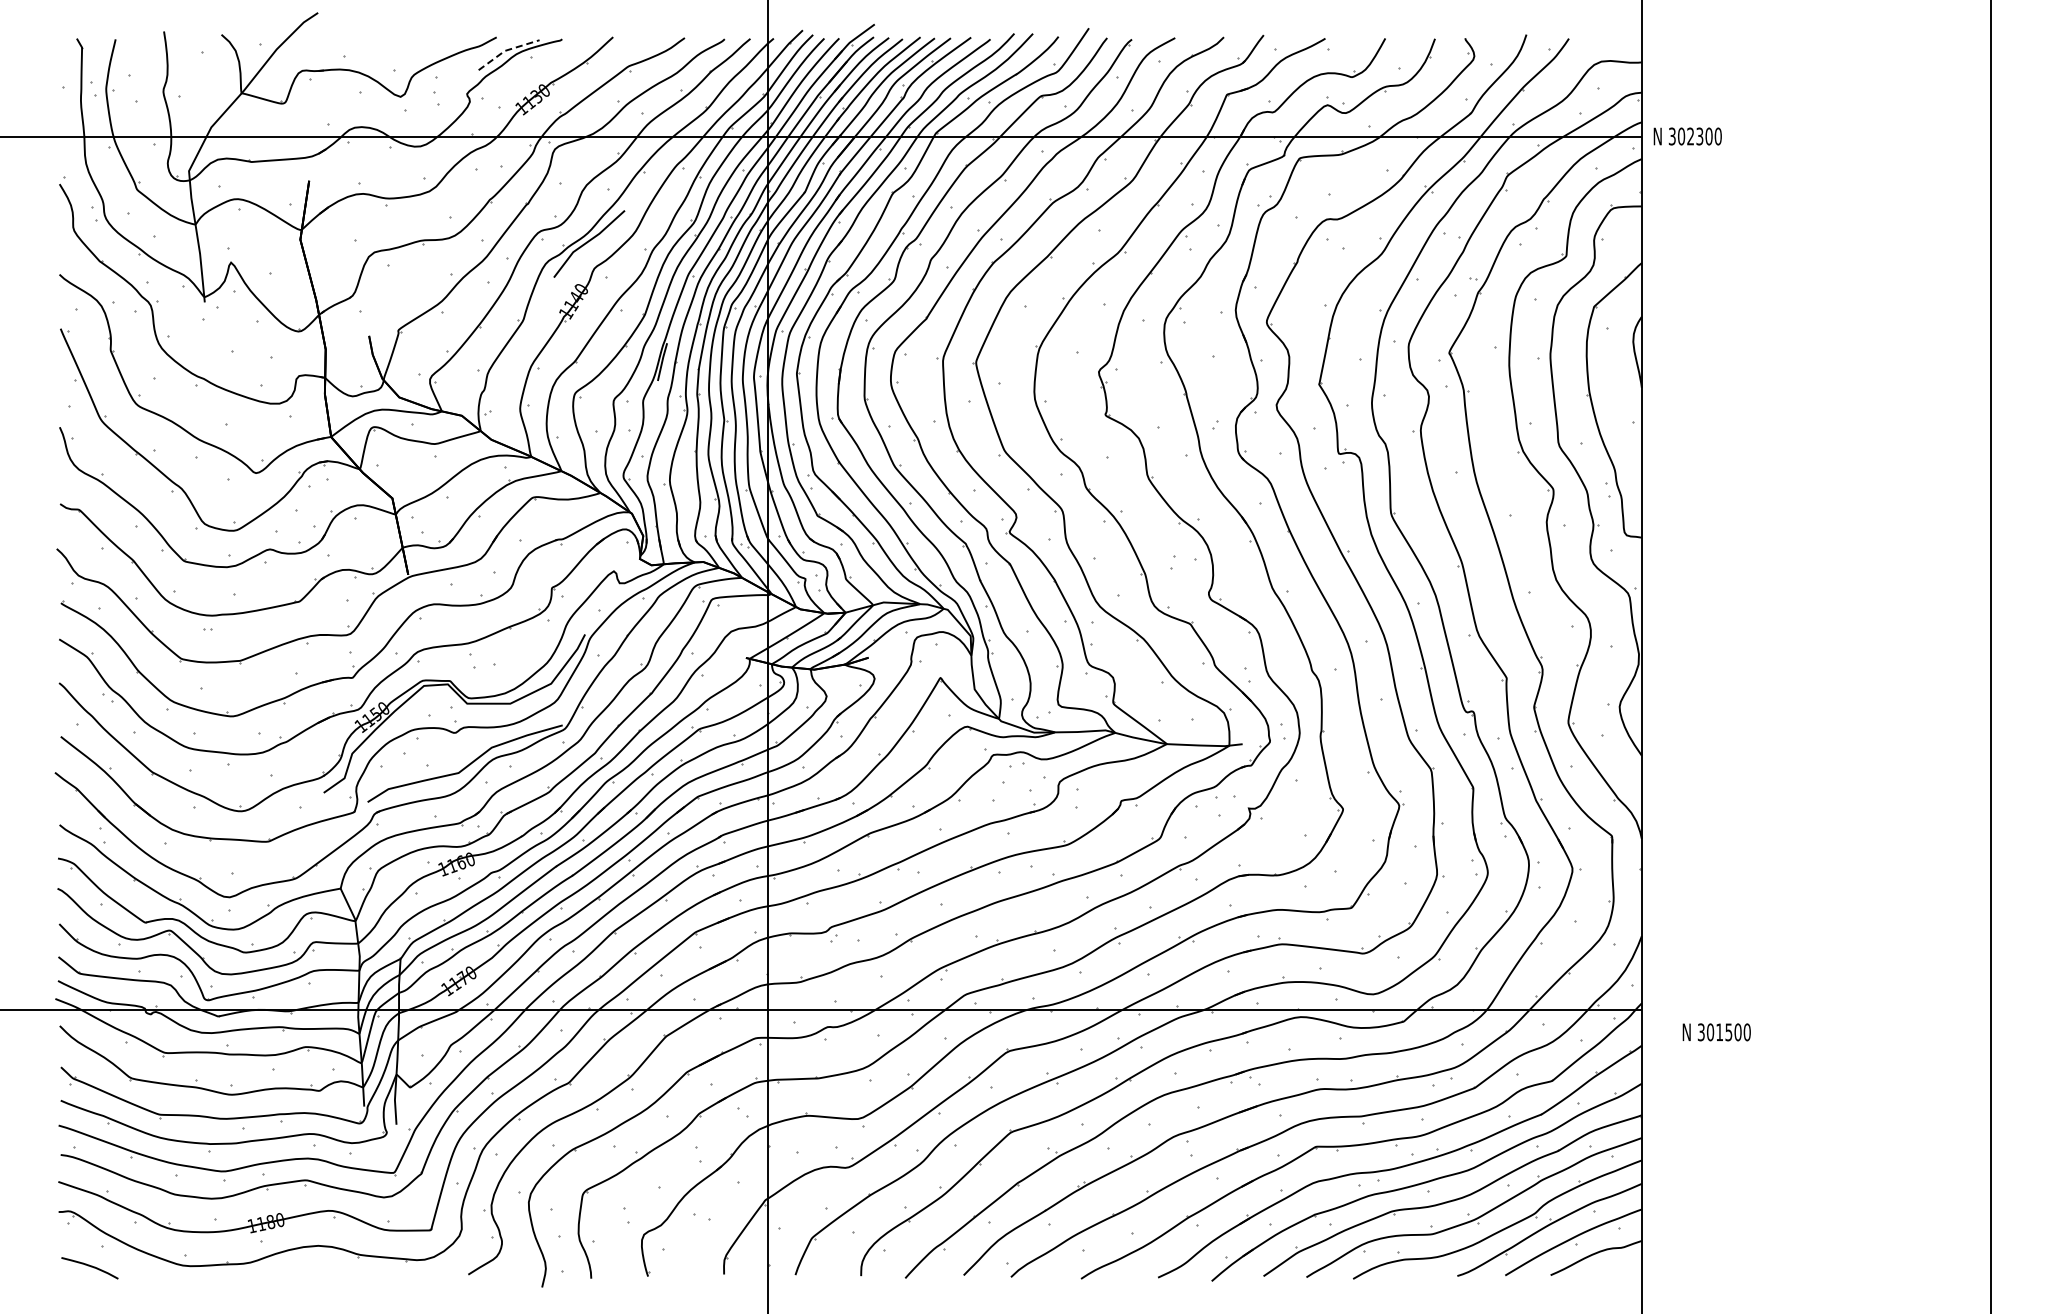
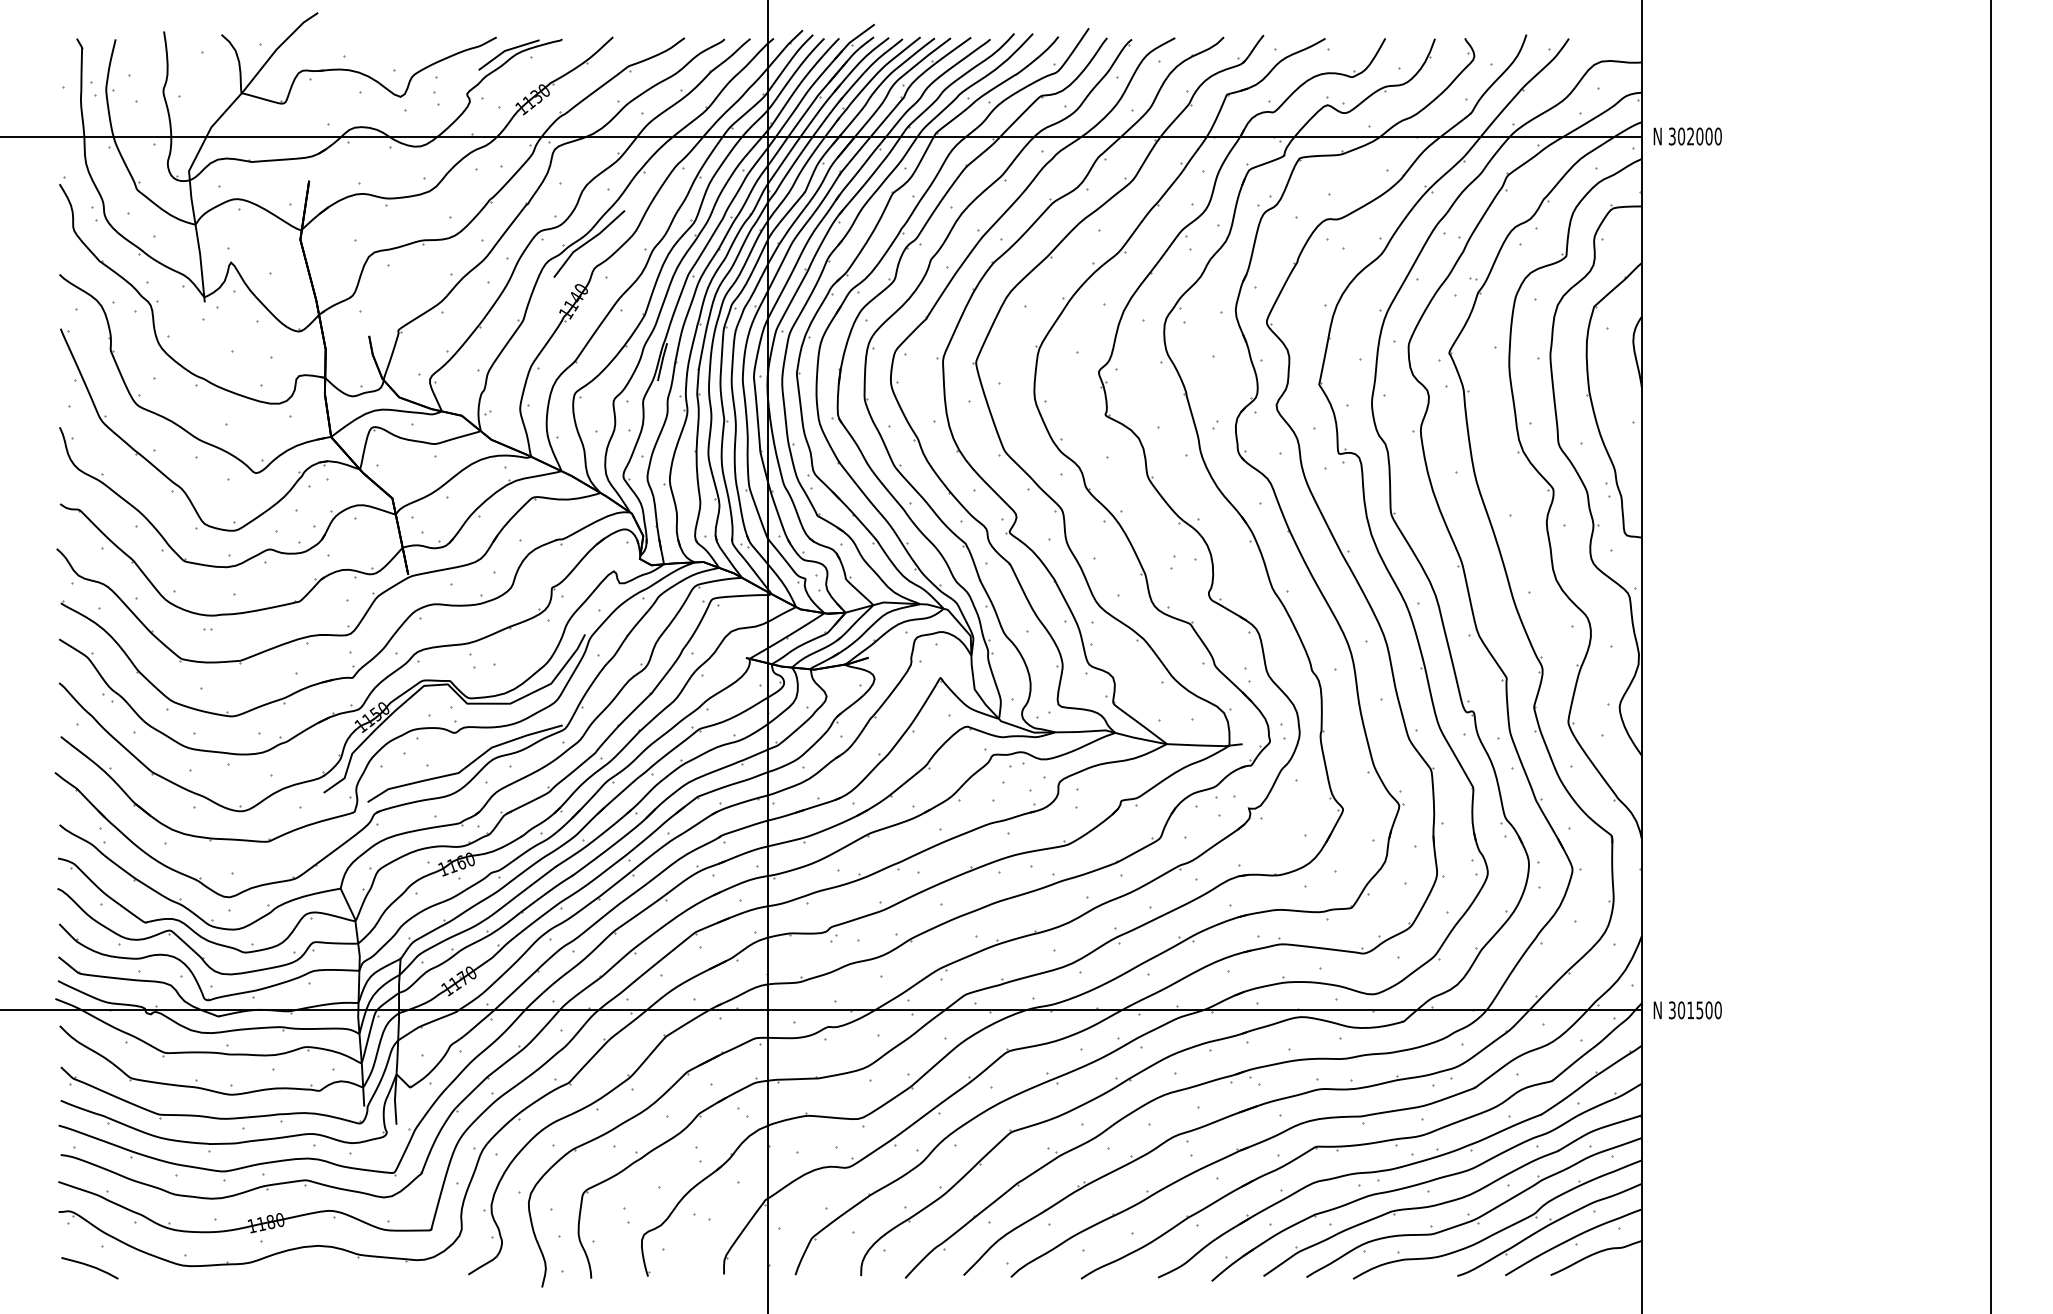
line at (506, 50): dashed -> solid
text at (1699, 136): 302300 -> 302000
text at (1716, 1032) position: (1716, 1032) -> (1687, 1010)
